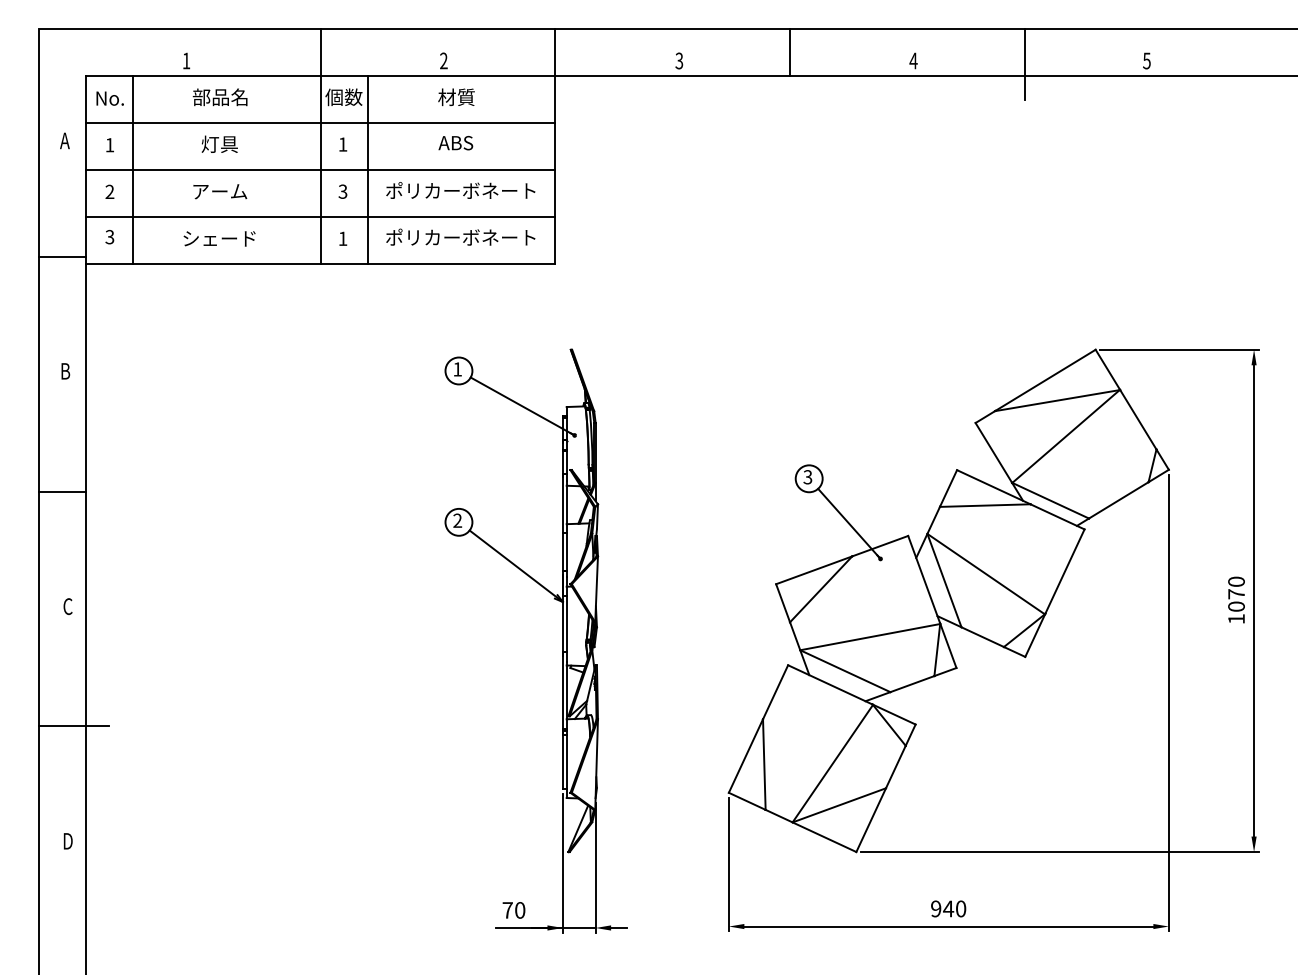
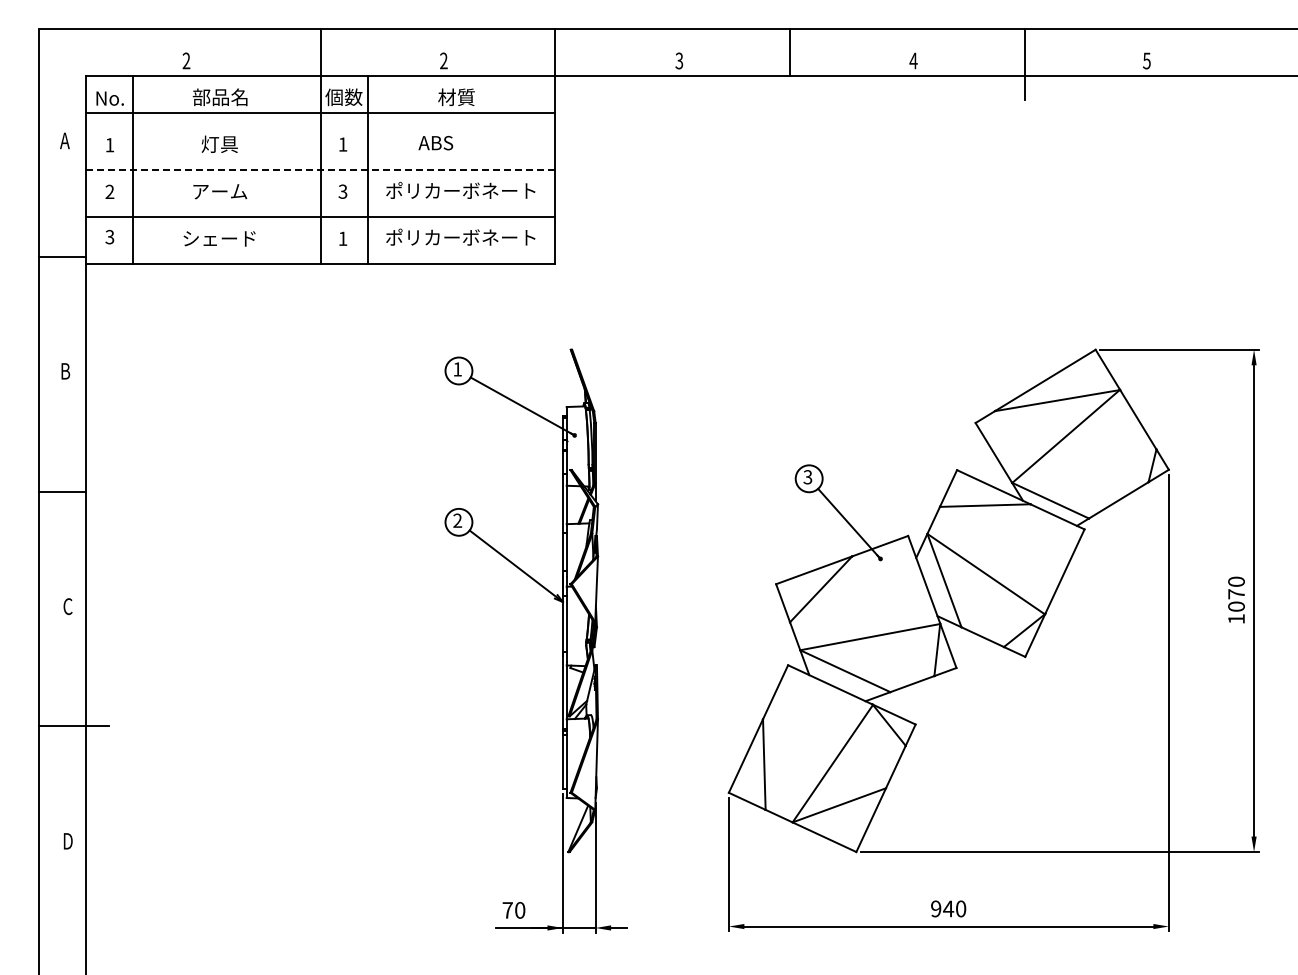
text at (186, 60): 1 -> 2
line at (320, 122) position: (320, 122) -> (320, 112)
text at (455, 143) position: (455, 143) -> (435, 143)
line at (320, 169): solid -> dashed
